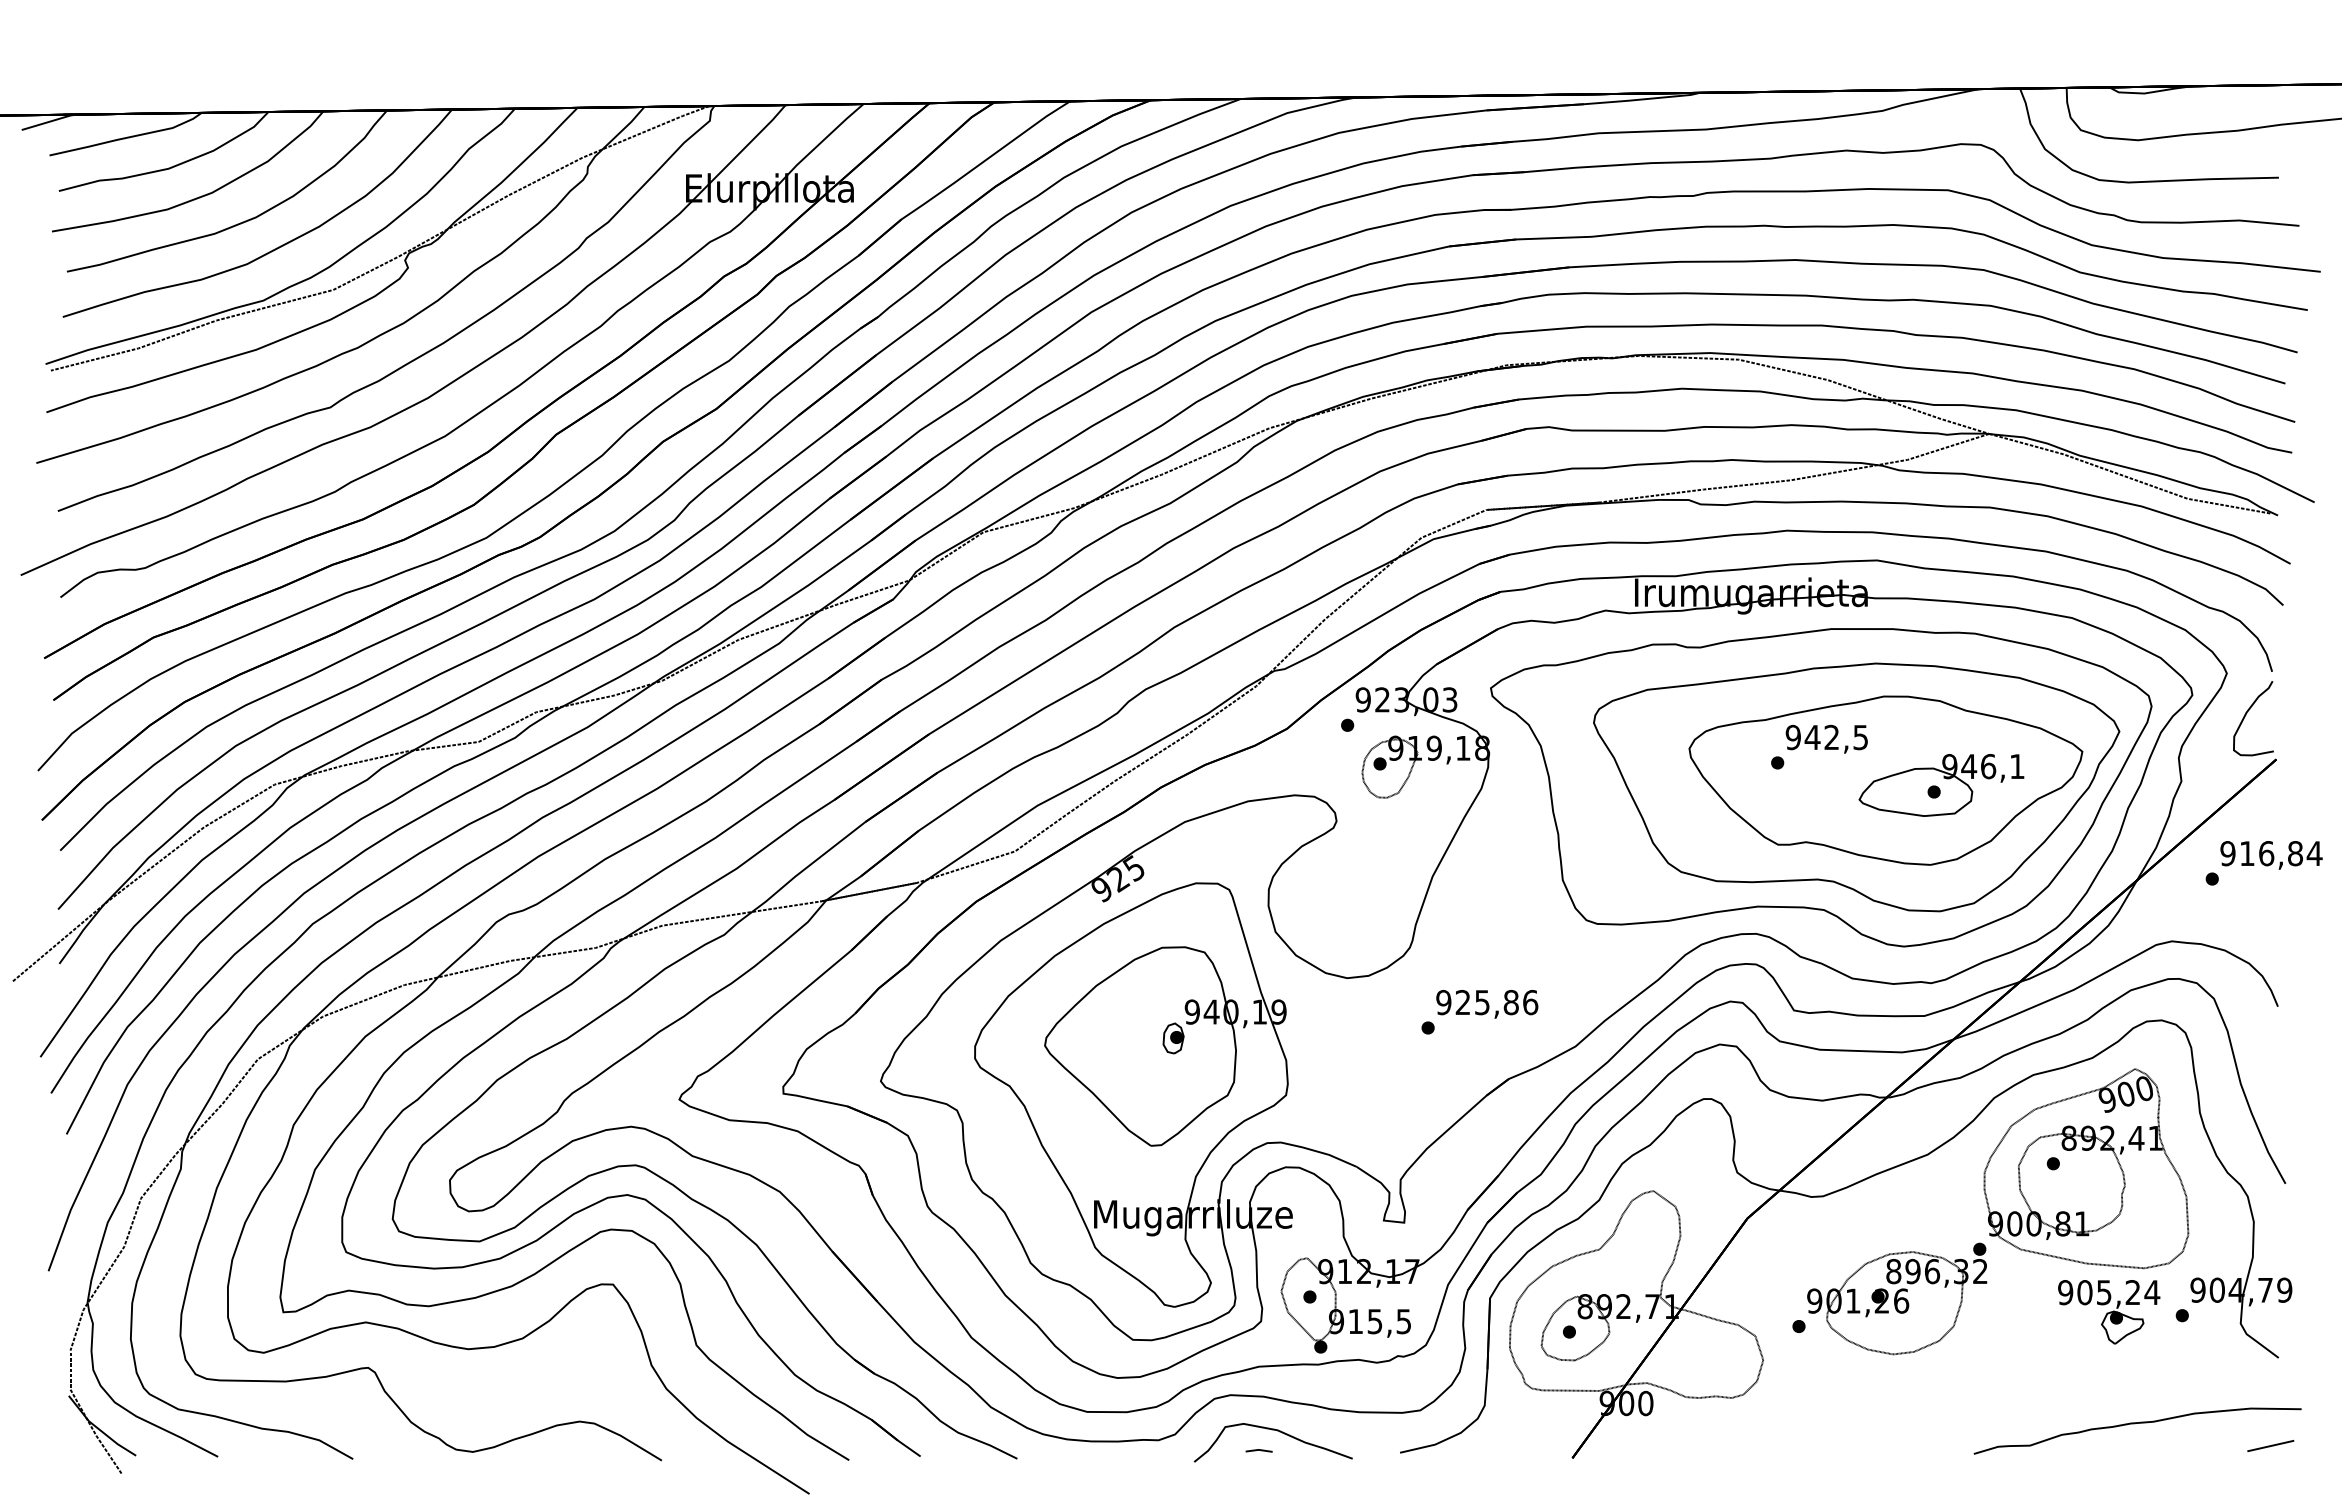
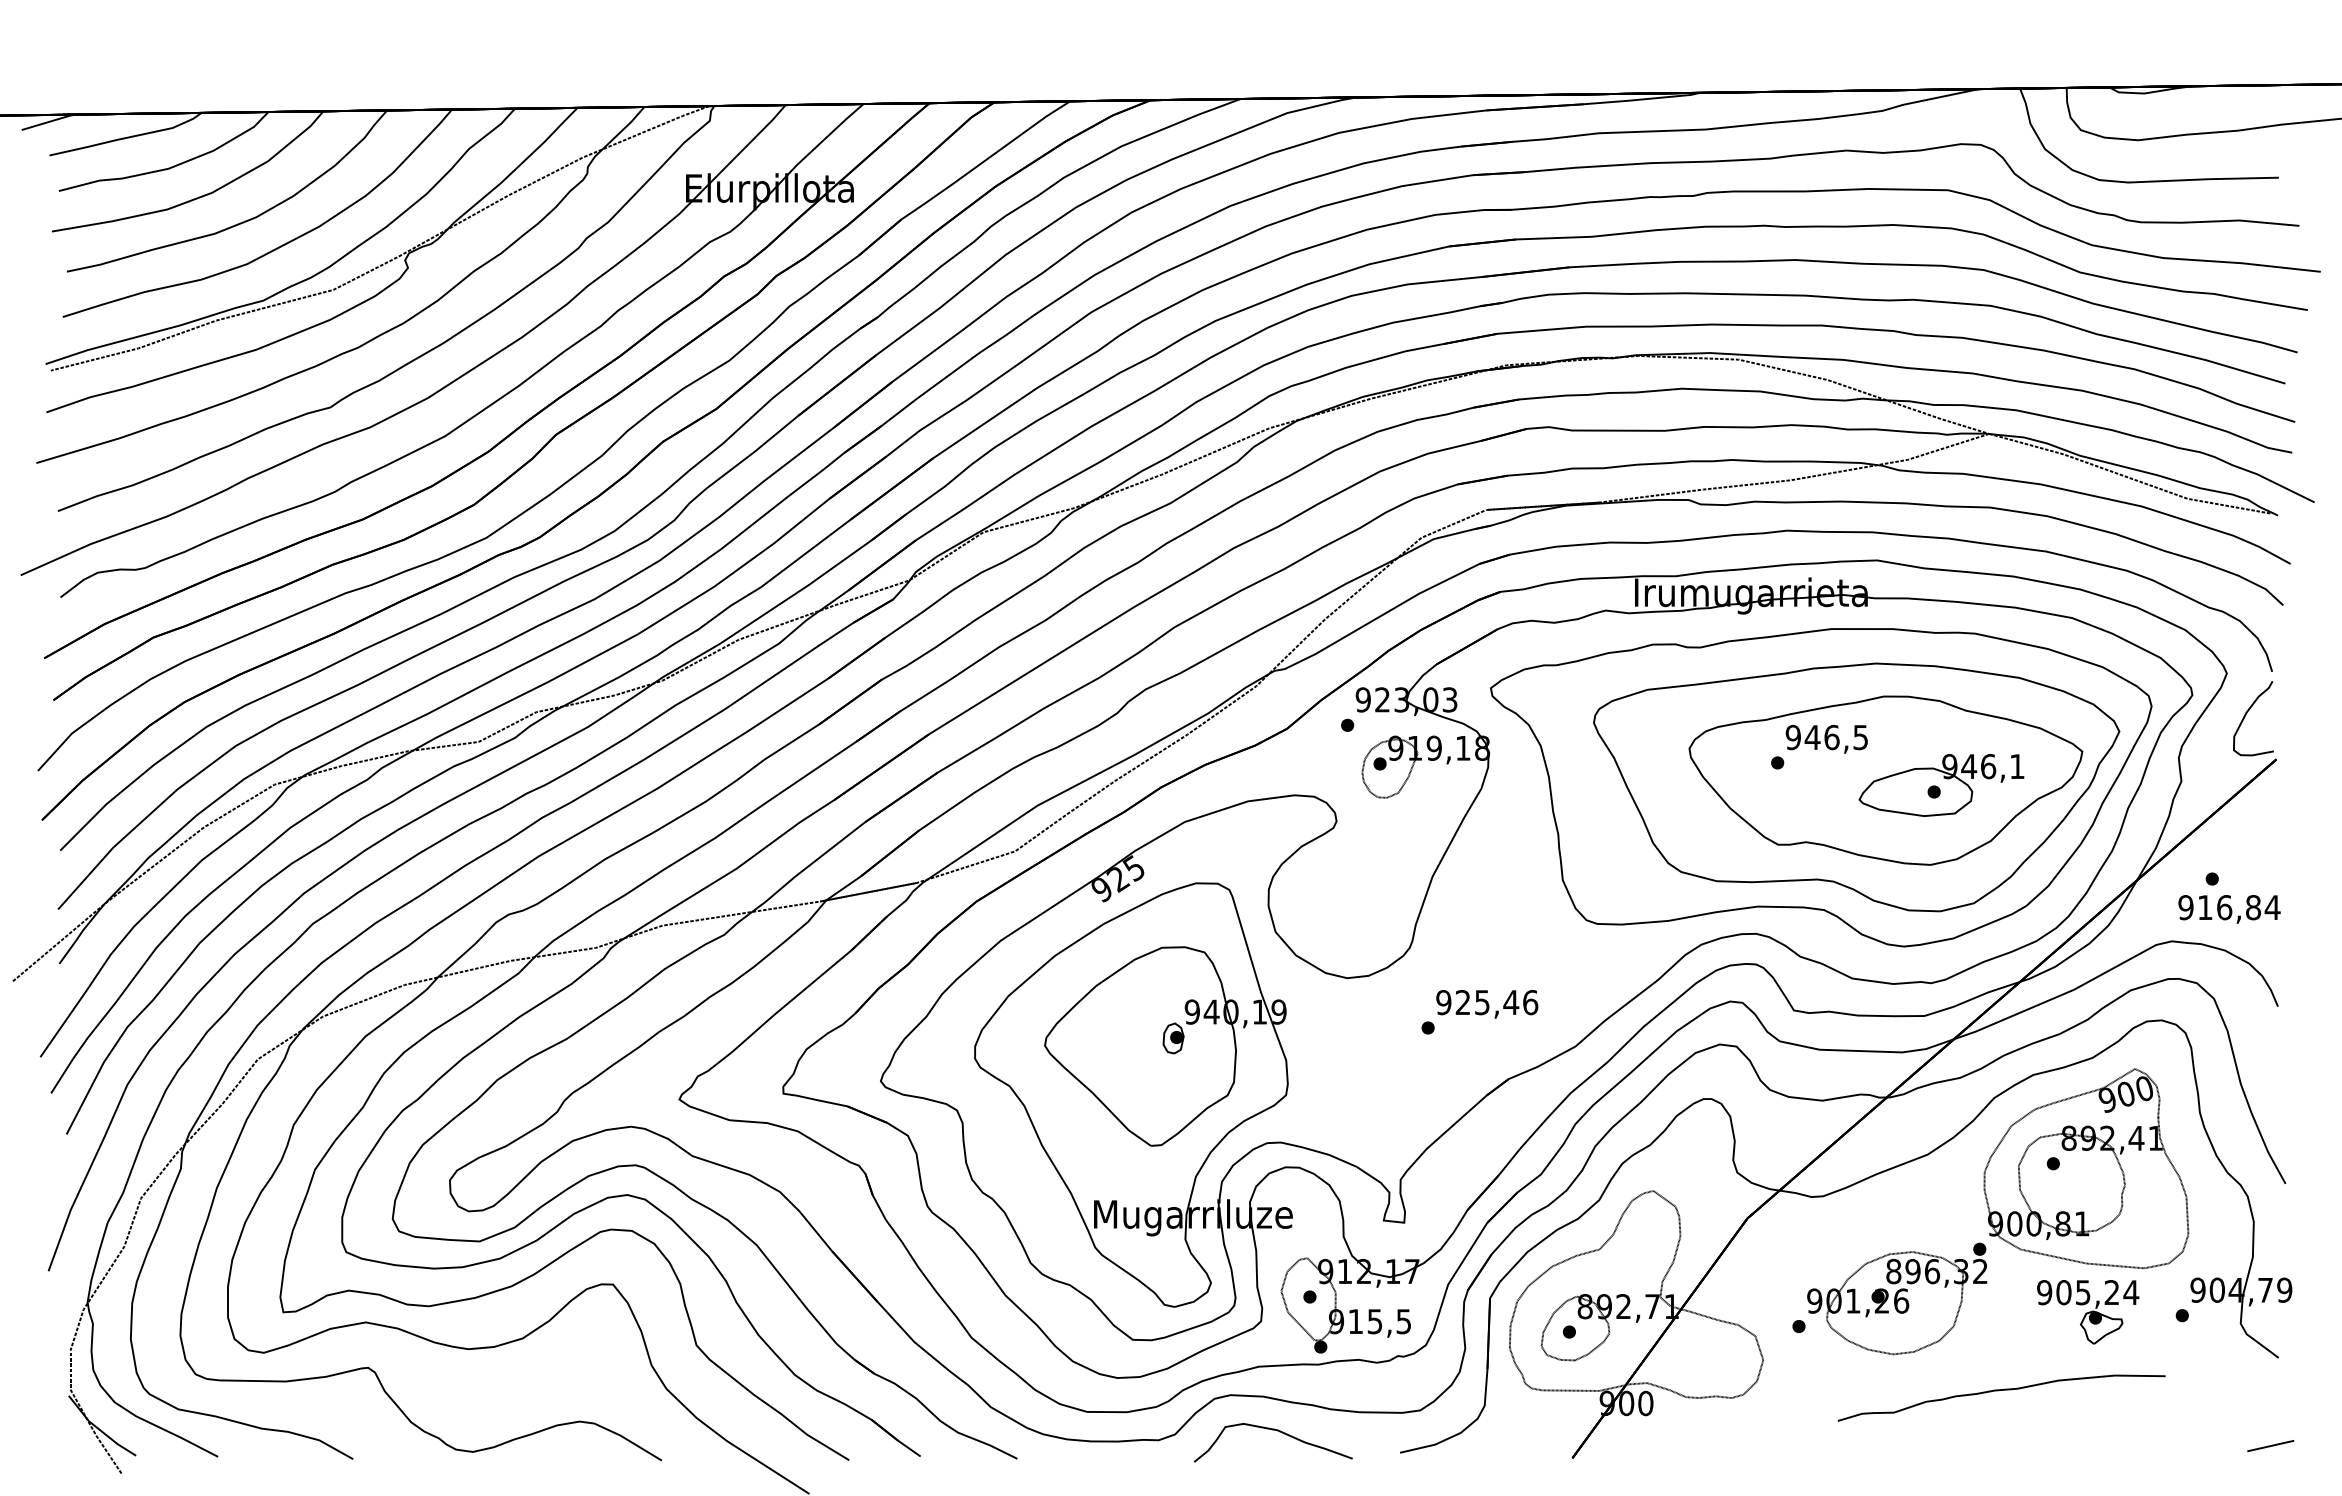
text at (1831, 737): 942,5 -> 946,5
text at (2271, 855) position: (2271, 855) -> (2229, 909)
text at (1511, 1002): 925,86 -> 925,46
part at (2109, 1312) position: (2109, 1312) -> (2088, 1312)
curve at (2135, 1424) position: (2135, 1424) -> (1999, 1391)
line at (1258, 1450): present -> none
